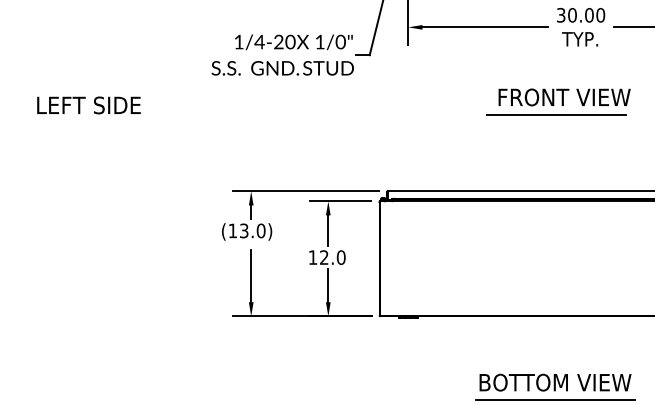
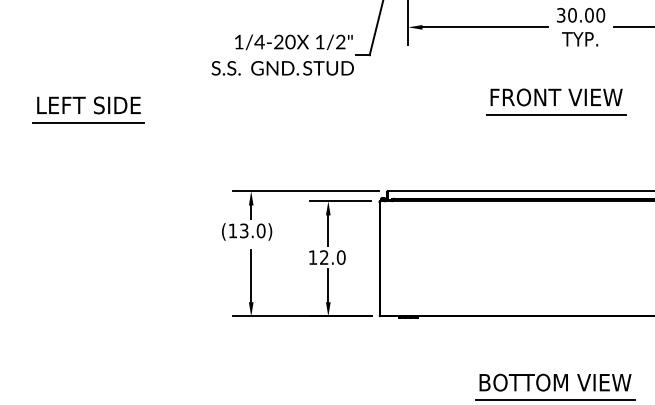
text at (340, 42): 1/0" -> 1/2"
text at (564, 97) position: (564, 97) -> (556, 97)
line at (88, 122): none -> present
